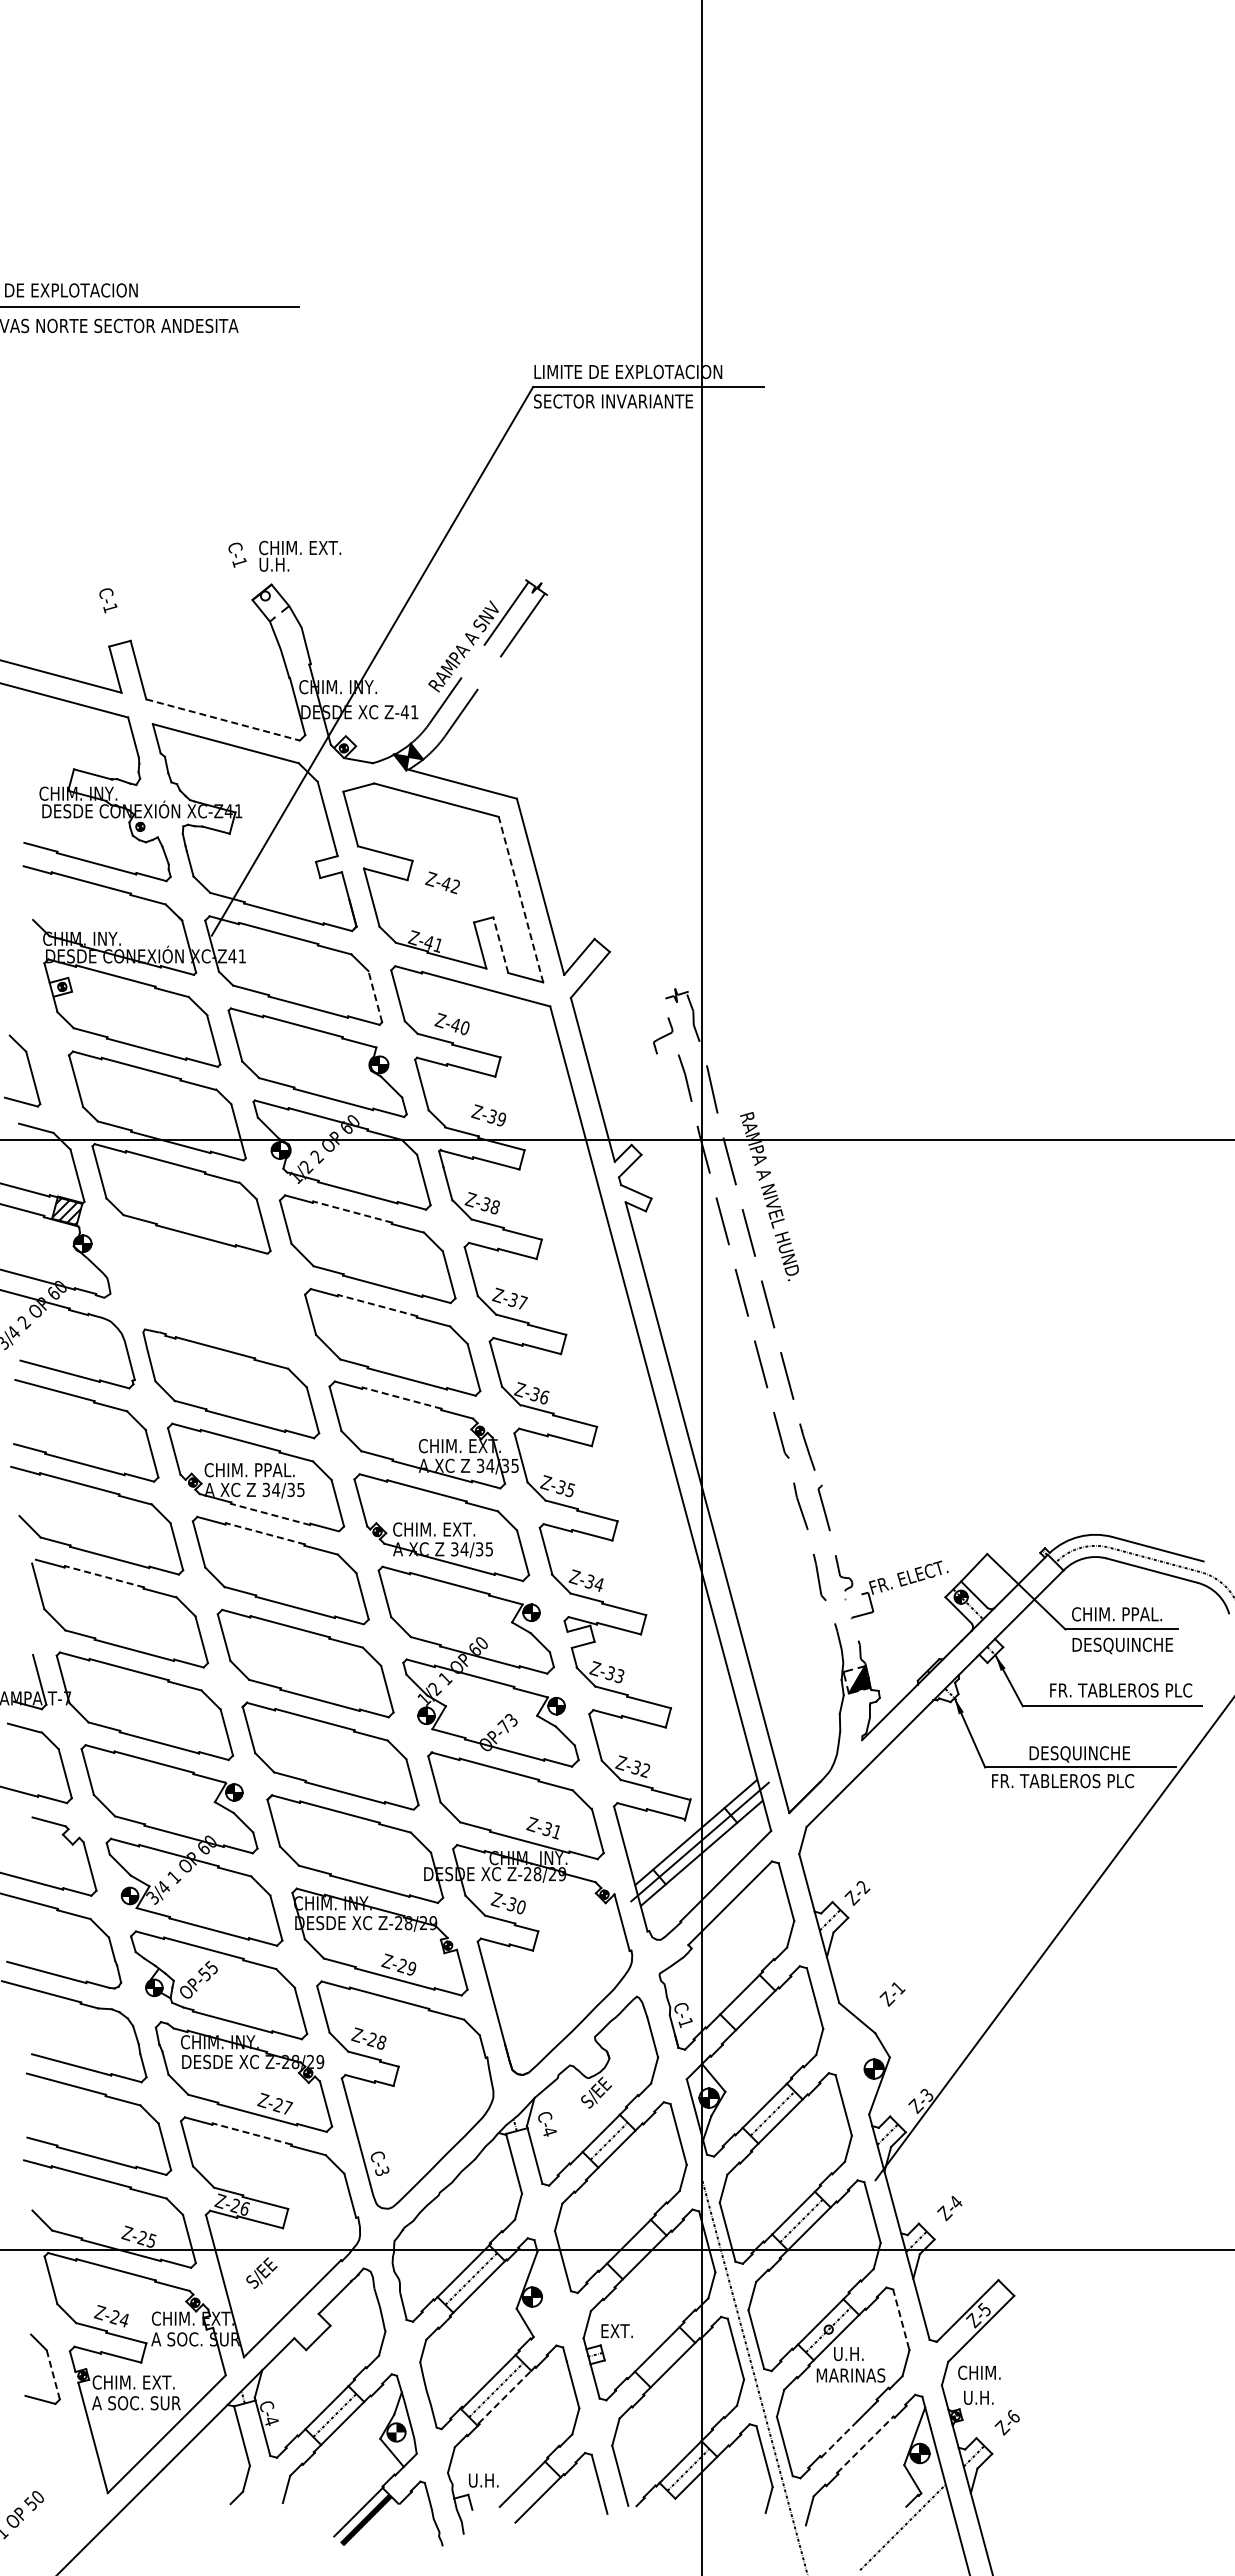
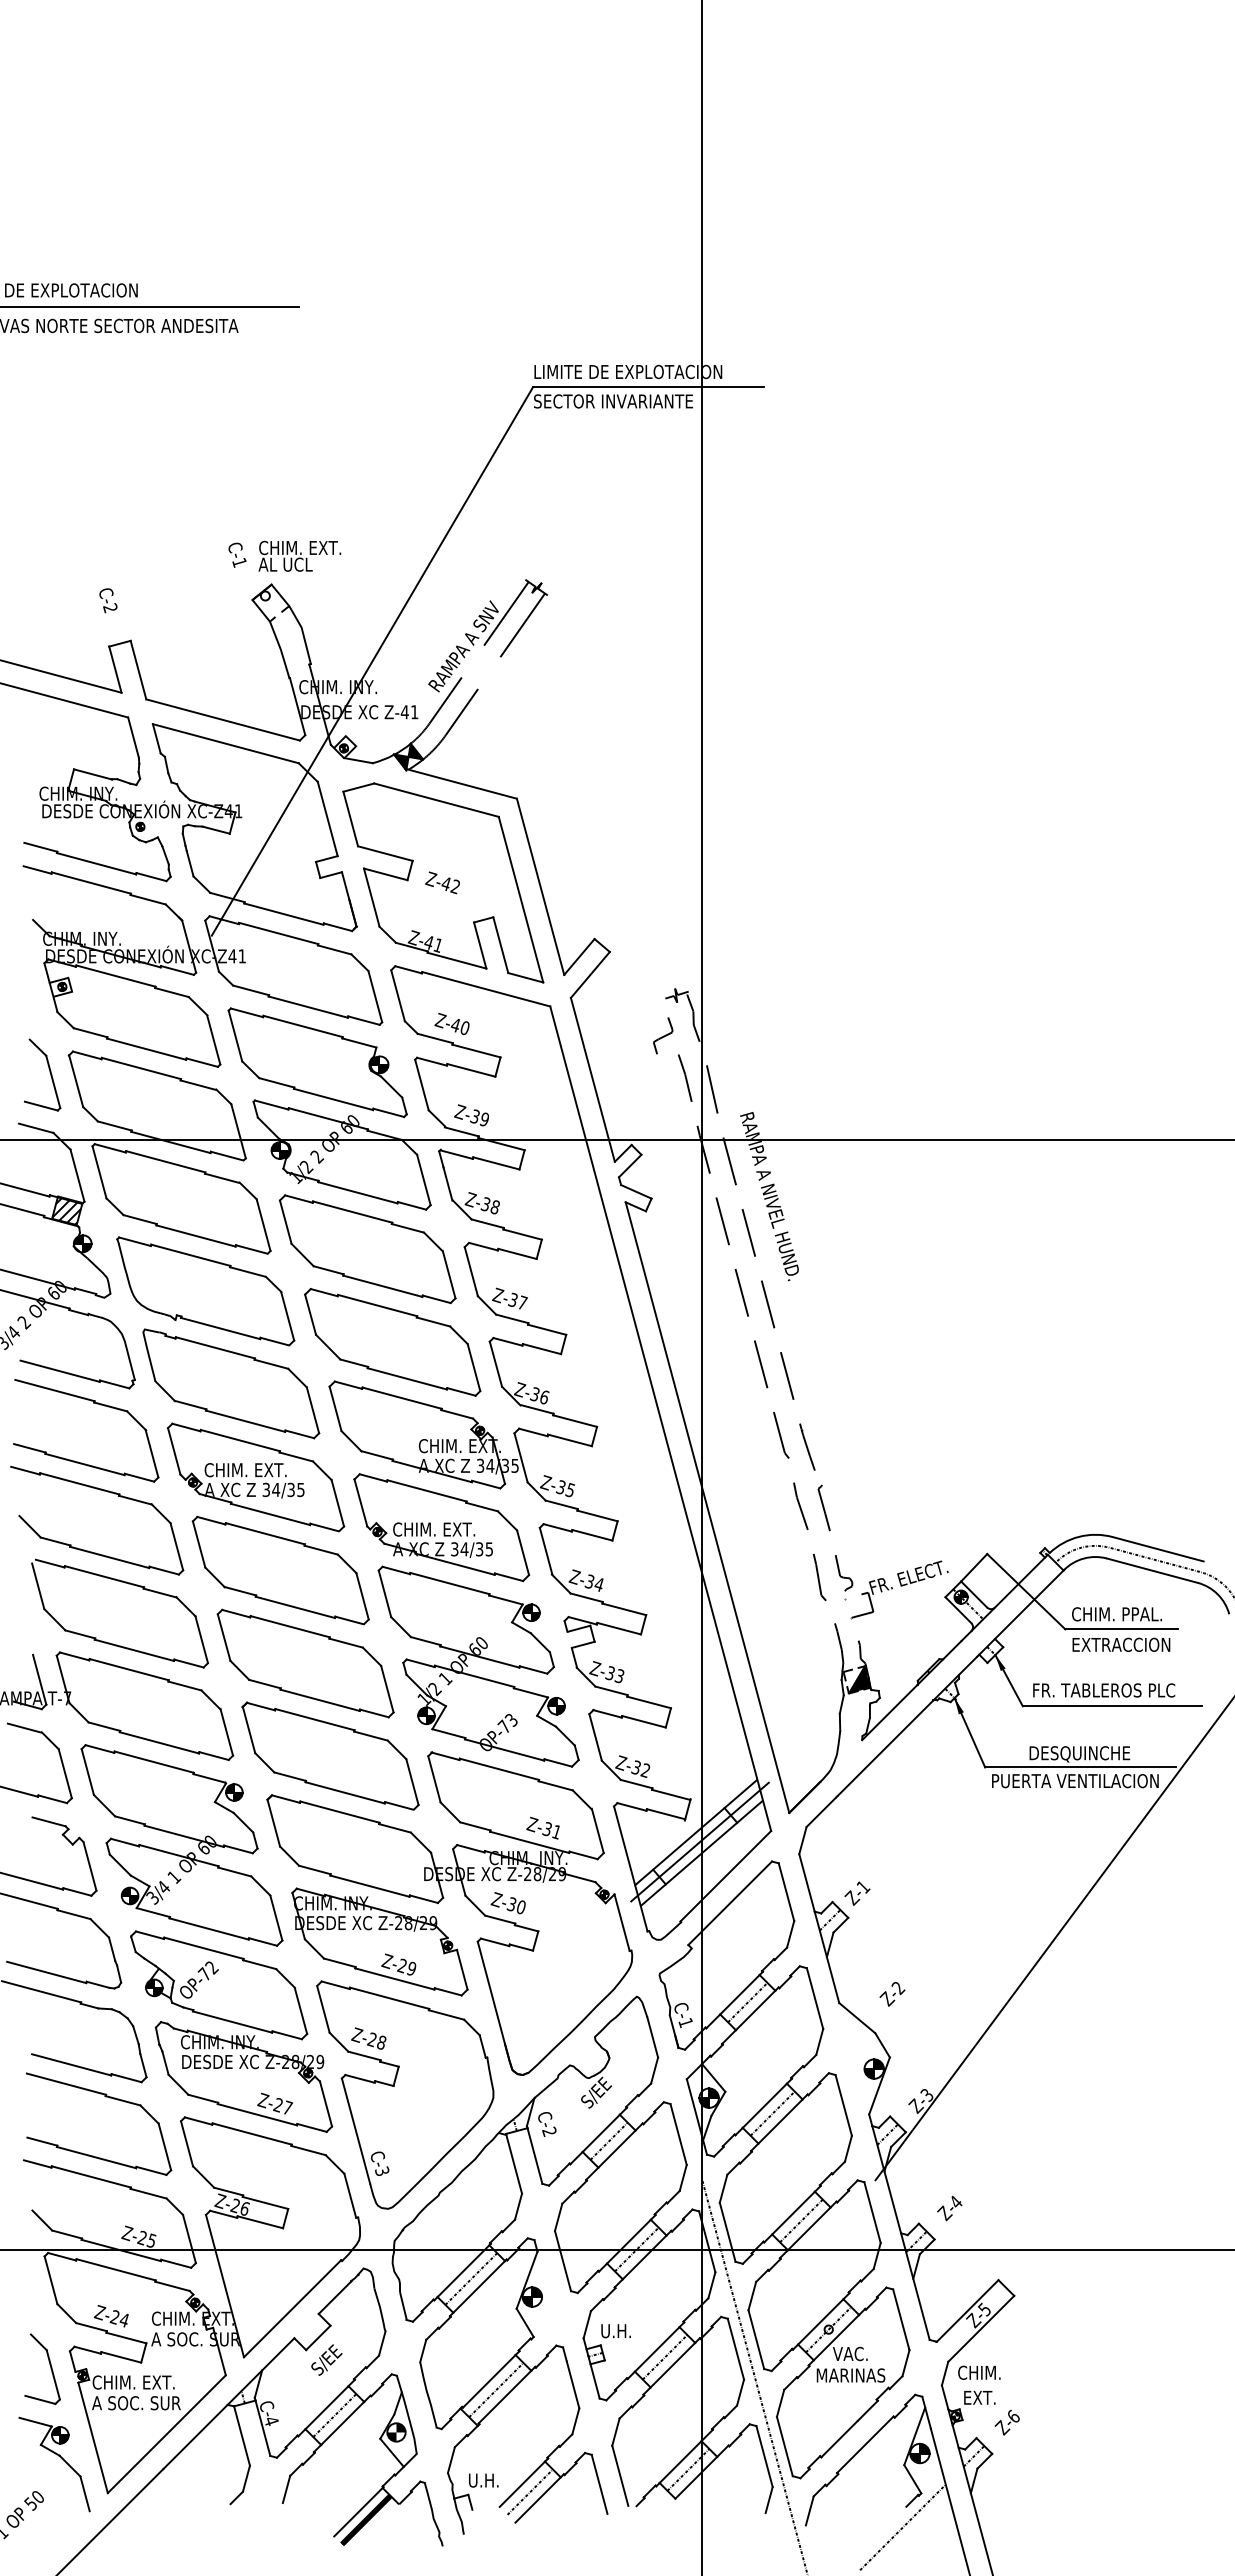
text at (285, 564): U.H. -> AL UCL
text at (110, 608): C-1 -> C-2
line at (223, 719): dashed -> solid
line at (521, 899): dashed -> solid
line at (500, 945): dashed -> solid
line at (375, 996): dashed -> solid
part at (29, 1068) position: (29, 1068) -> (49, 1072)
text at (488, 1115) position: (488, 1115) -> (471, 1115)
line at (352, 1212): dashed -> solid
part at (205, 1291): none -> present
line at (377, 1305): dashed -> solid
line at (402, 1398): dashed -> solid
text at (275, 1470): CHIM. PPAL. -> CHIM. EXT.
line at (270, 1514): dashed -> solid
line at (265, 1533): dashed -> solid
line at (104, 1576): dashed -> solid
text at (1123, 1645): DESQUINCHE -> EXTRACCION
text at (1121, 1690) position: (1121, 1690) -> (1104, 1690)
text at (1075, 1781): FR. TABLEROS PLC -> PUERTA VENTILACION
text at (861, 1887): Z-2 -> Z-1
text at (207, 1970): OP-55 -> OP-72
text at (896, 1988): Z-1 -> Z-2
line at (747, 2002): none -> present
text at (549, 2131): C-4 -> C-2
line at (252, 2134): dashed -> solid
line at (636, 2249): none -> present
text at (261, 2272) position: (261, 2272) -> (326, 2359)
line at (901, 2319): dashed -> solid
text at (616, 2331): EXT. -> U.H.
text at (850, 2353): U.H. -> VAC.
line at (664, 2357): none -> present
line at (53, 2374): dashed -> solid
line at (505, 2396): dashed -> solid
text at (979, 2397): U.H. -> EXT.
line at (839, 2439): dashed -> solid
line at (865, 2444): dashed -> solid
part at (58, 2456): none -> present
line at (529, 2491): none -> present
